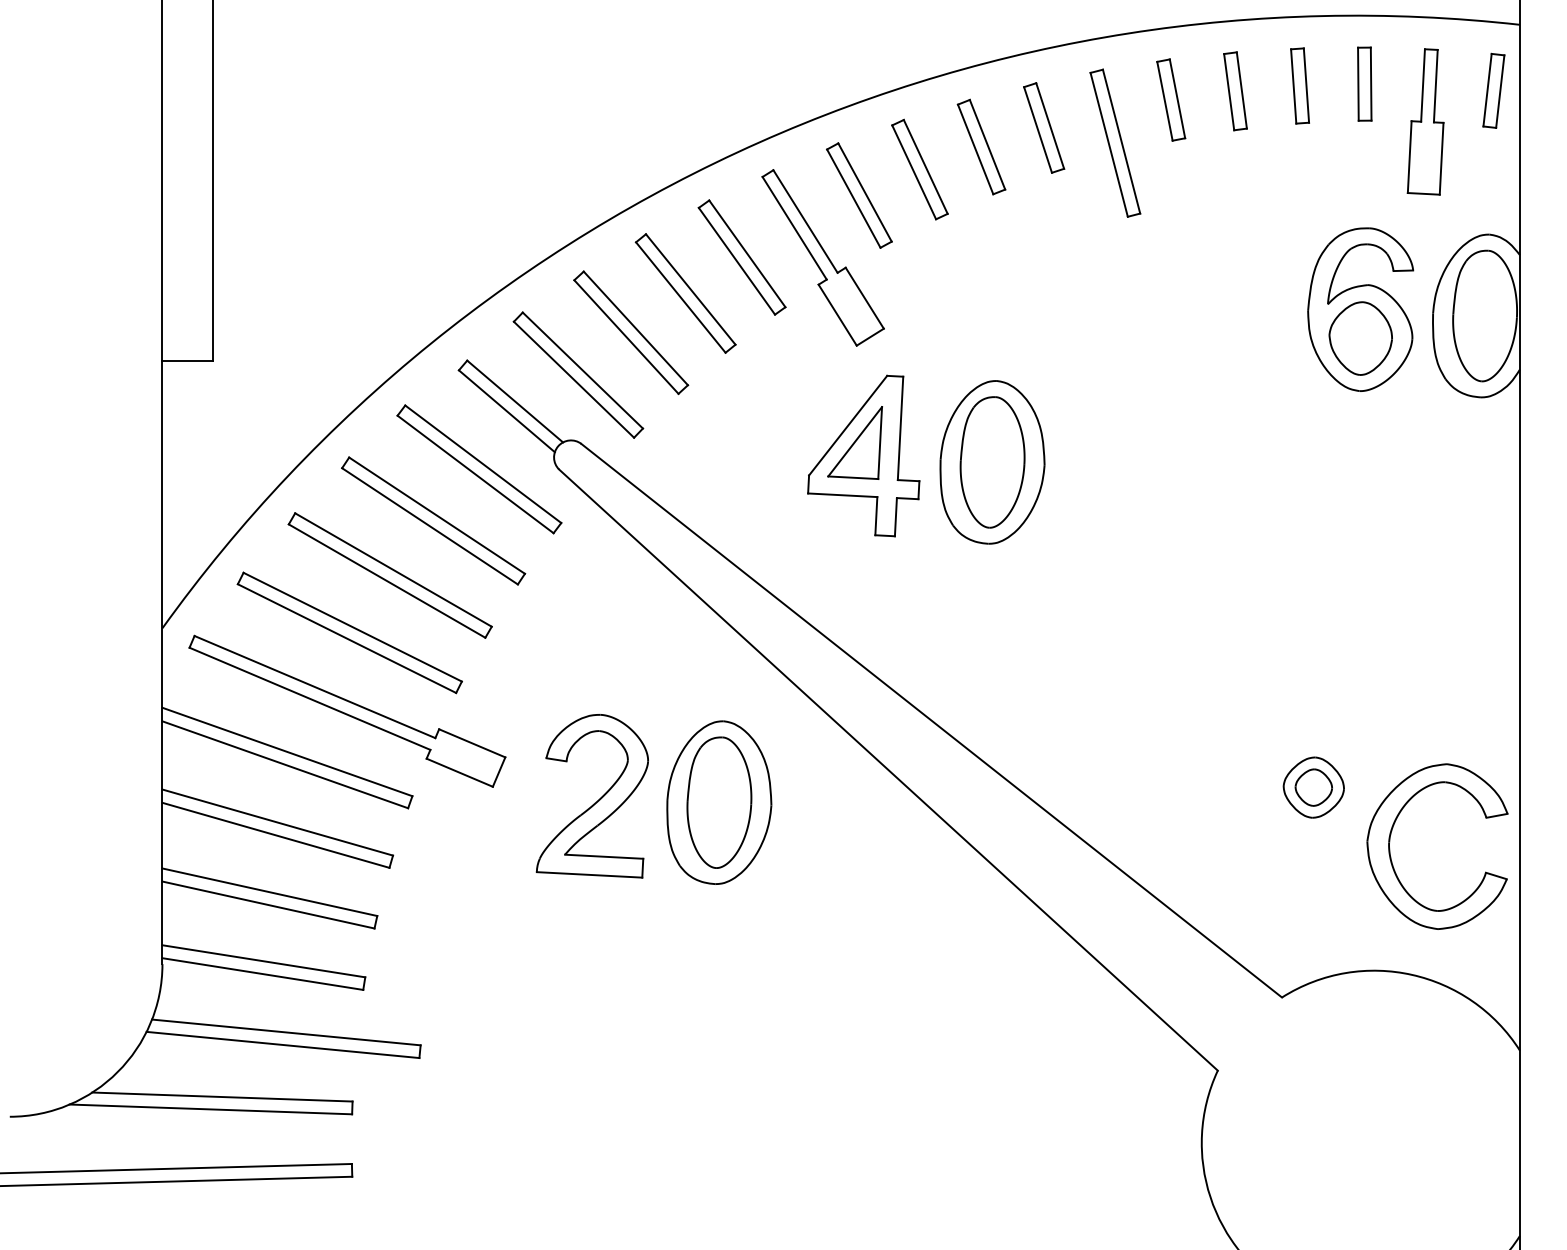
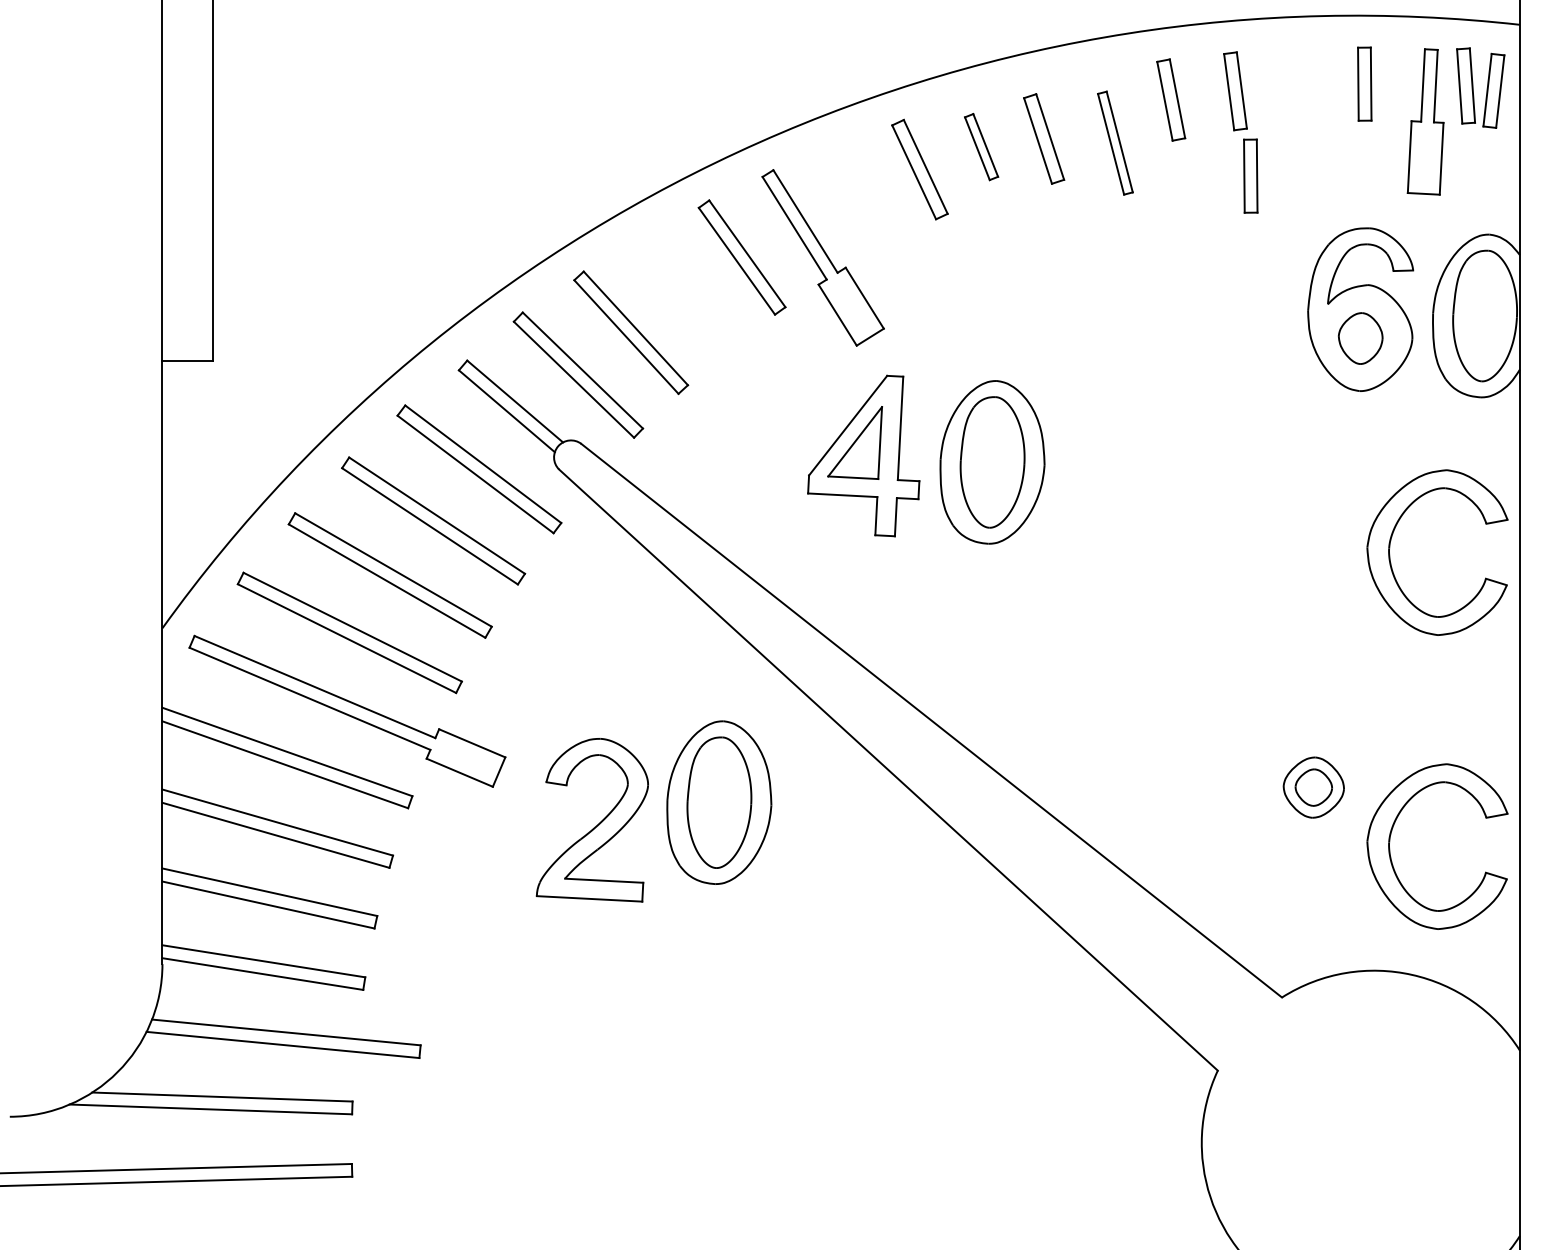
part at (1299, 85) position: (1299, 85) -> (1465, 85)
part at (1044, 127) position: (1044, 127) -> (1044, 138)
part at (1115, 142) size: 53x150 px -> 37x106 px
part at (981, 146) size: 51x98 px -> 36x69 px
part at (1250, 175): none -> present
part at (859, 195): present -> none
part at (685, 293): present -> none
part at (1360, 338) size: 65x75 px -> 47x53 px
part at (1390, 554): none -> present
part at (594, 802) position: (594, 802) -> (594, 826)
